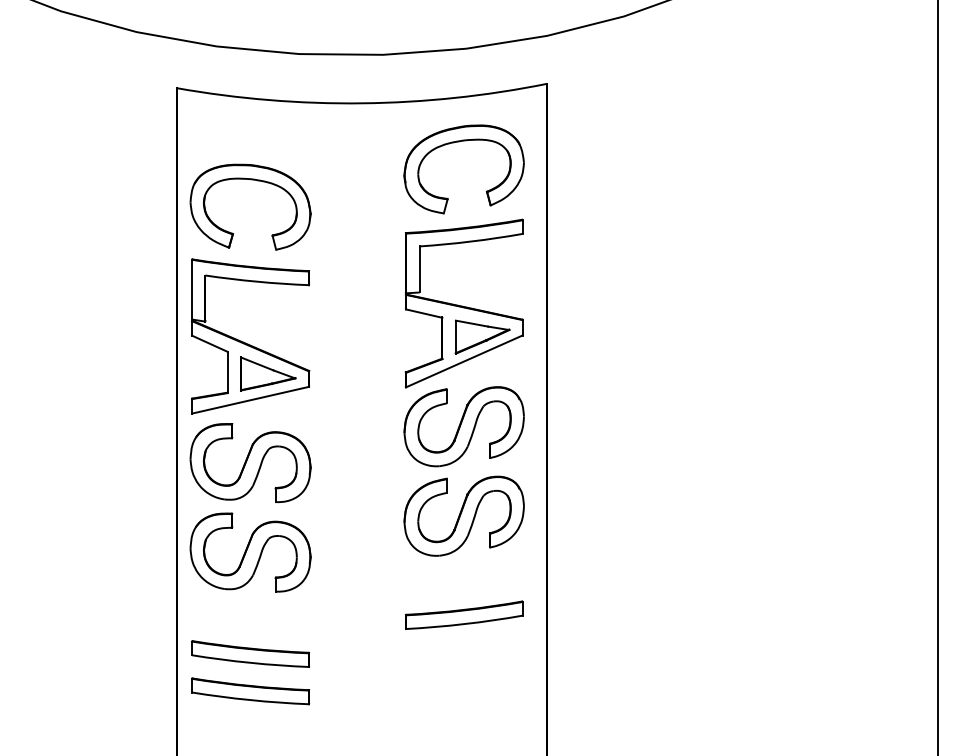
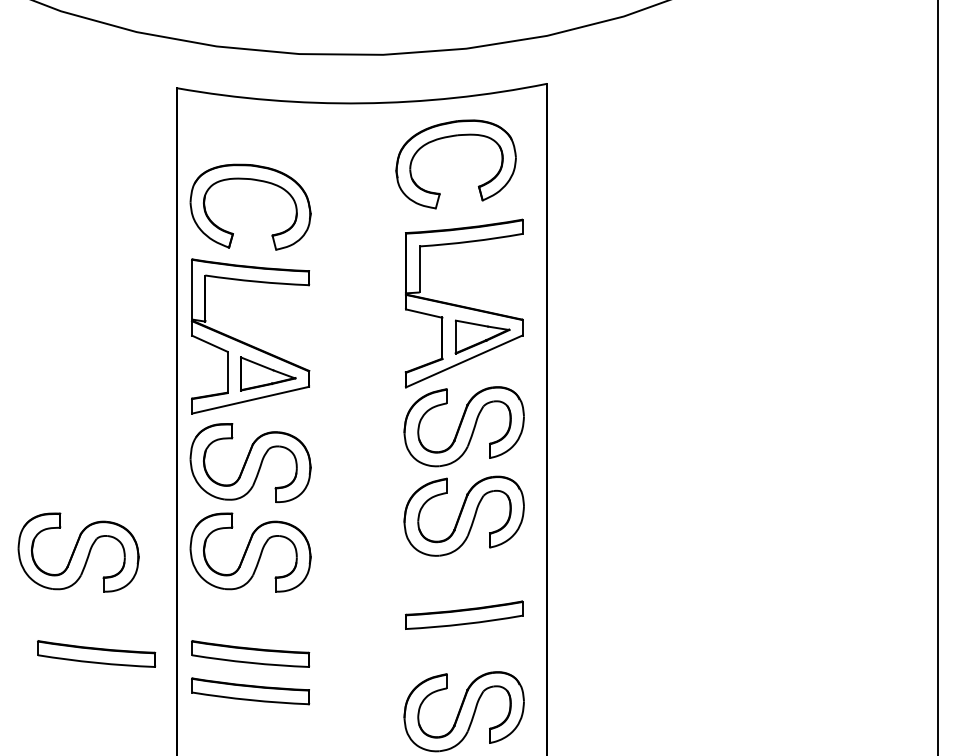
part at (459, 142) position: (459, 142) -> (451, 137)
part at (78, 552): none -> present
part at (96, 653): none -> present
part at (463, 711): none -> present
